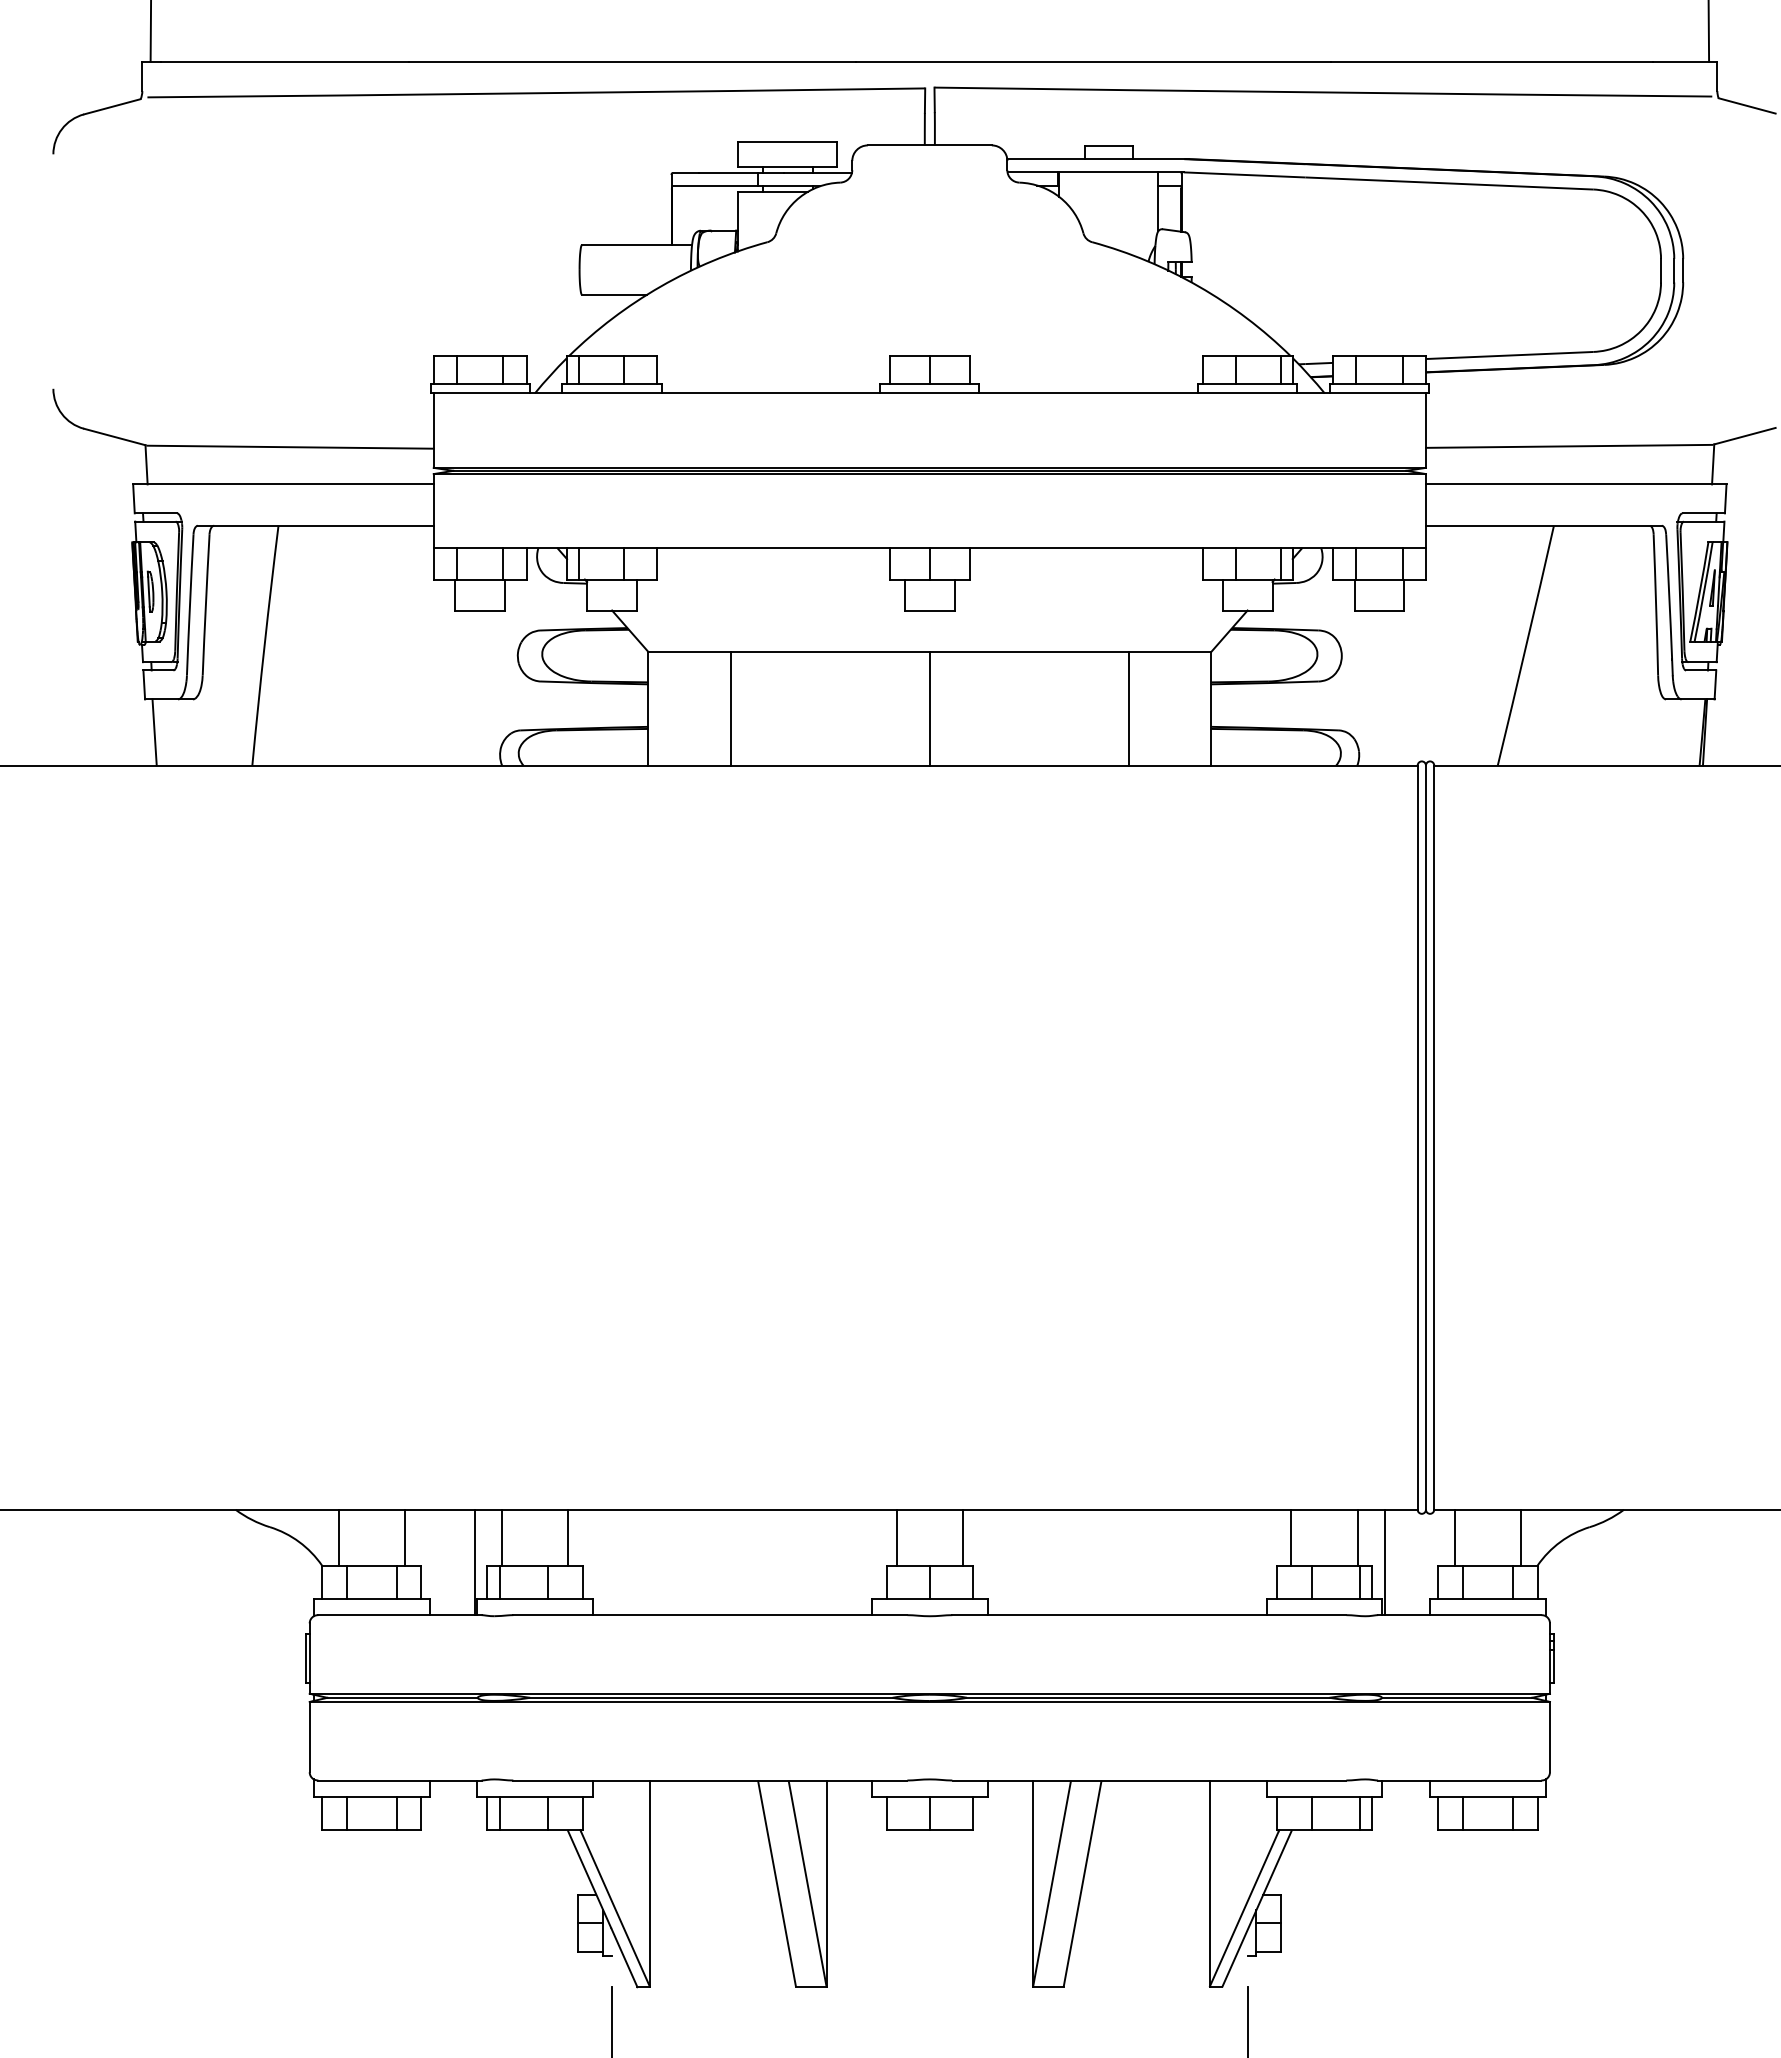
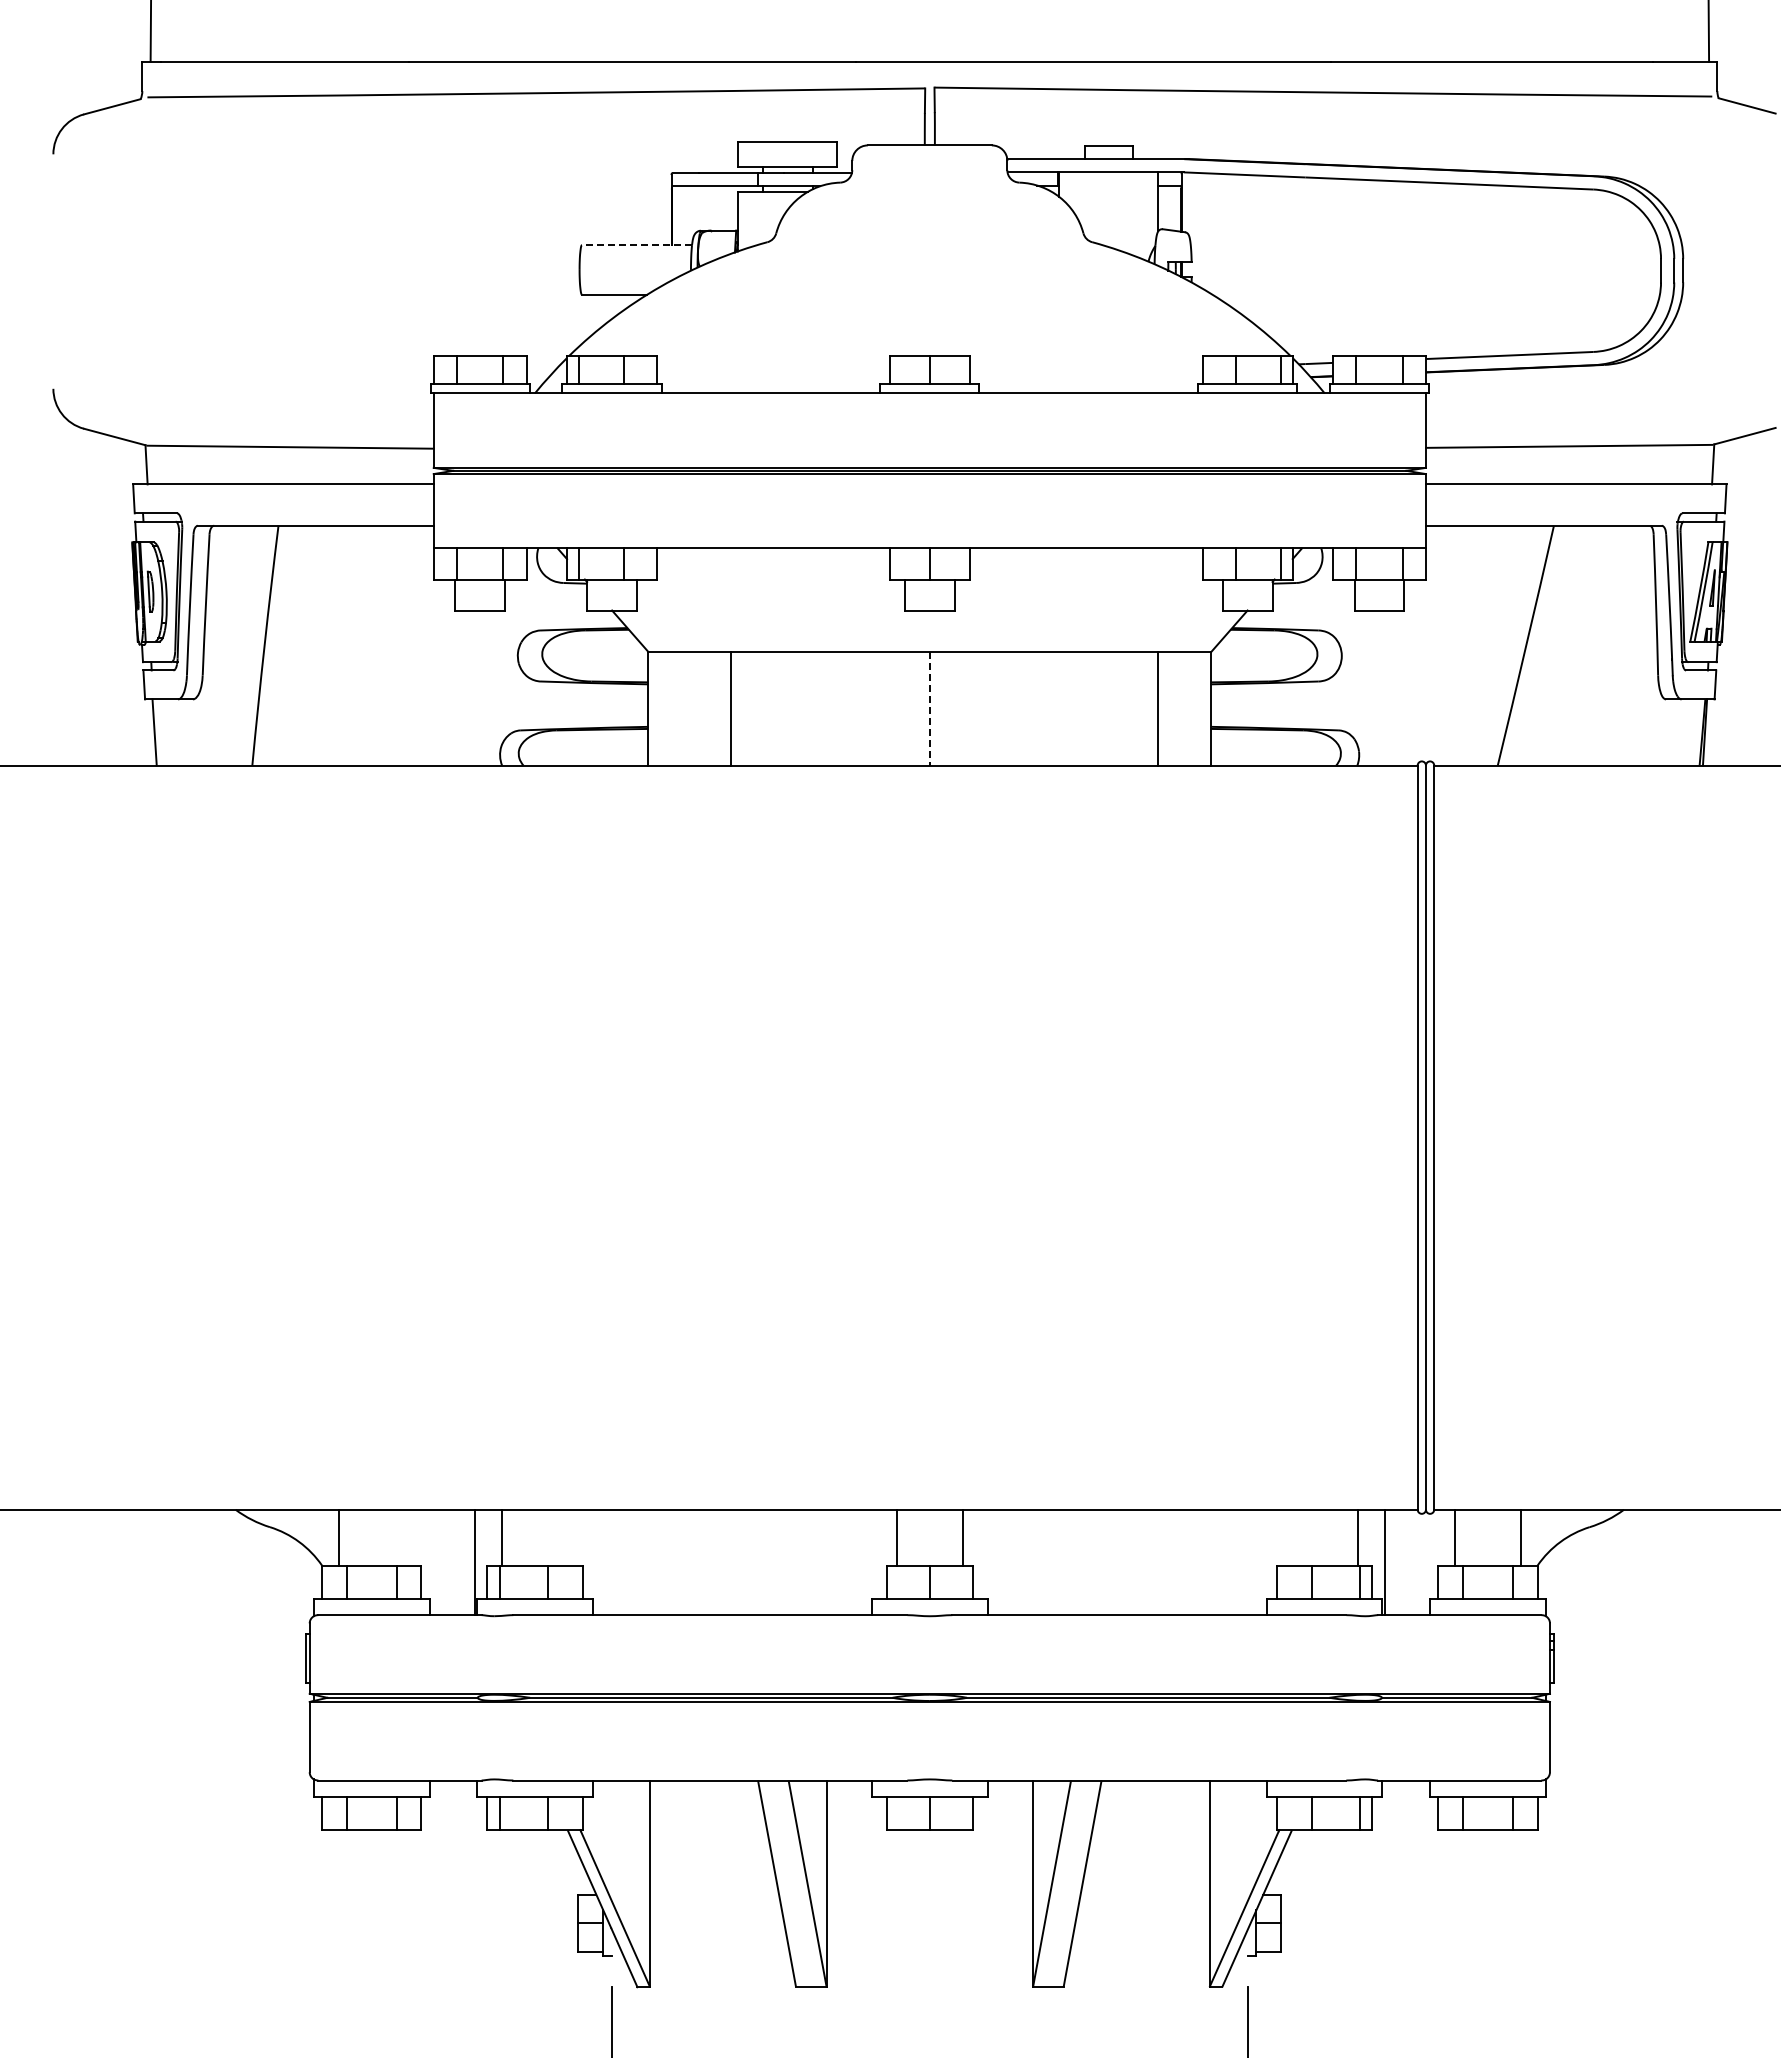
line at (636, 245): solid -> dashed
line at (929, 708): solid -> dashed
line at (1128, 708) position: (1128, 708) -> (1157, 708)
line at (404, 1537): present -> none
line at (568, 1537): present -> none
line at (1291, 1537): present -> none
